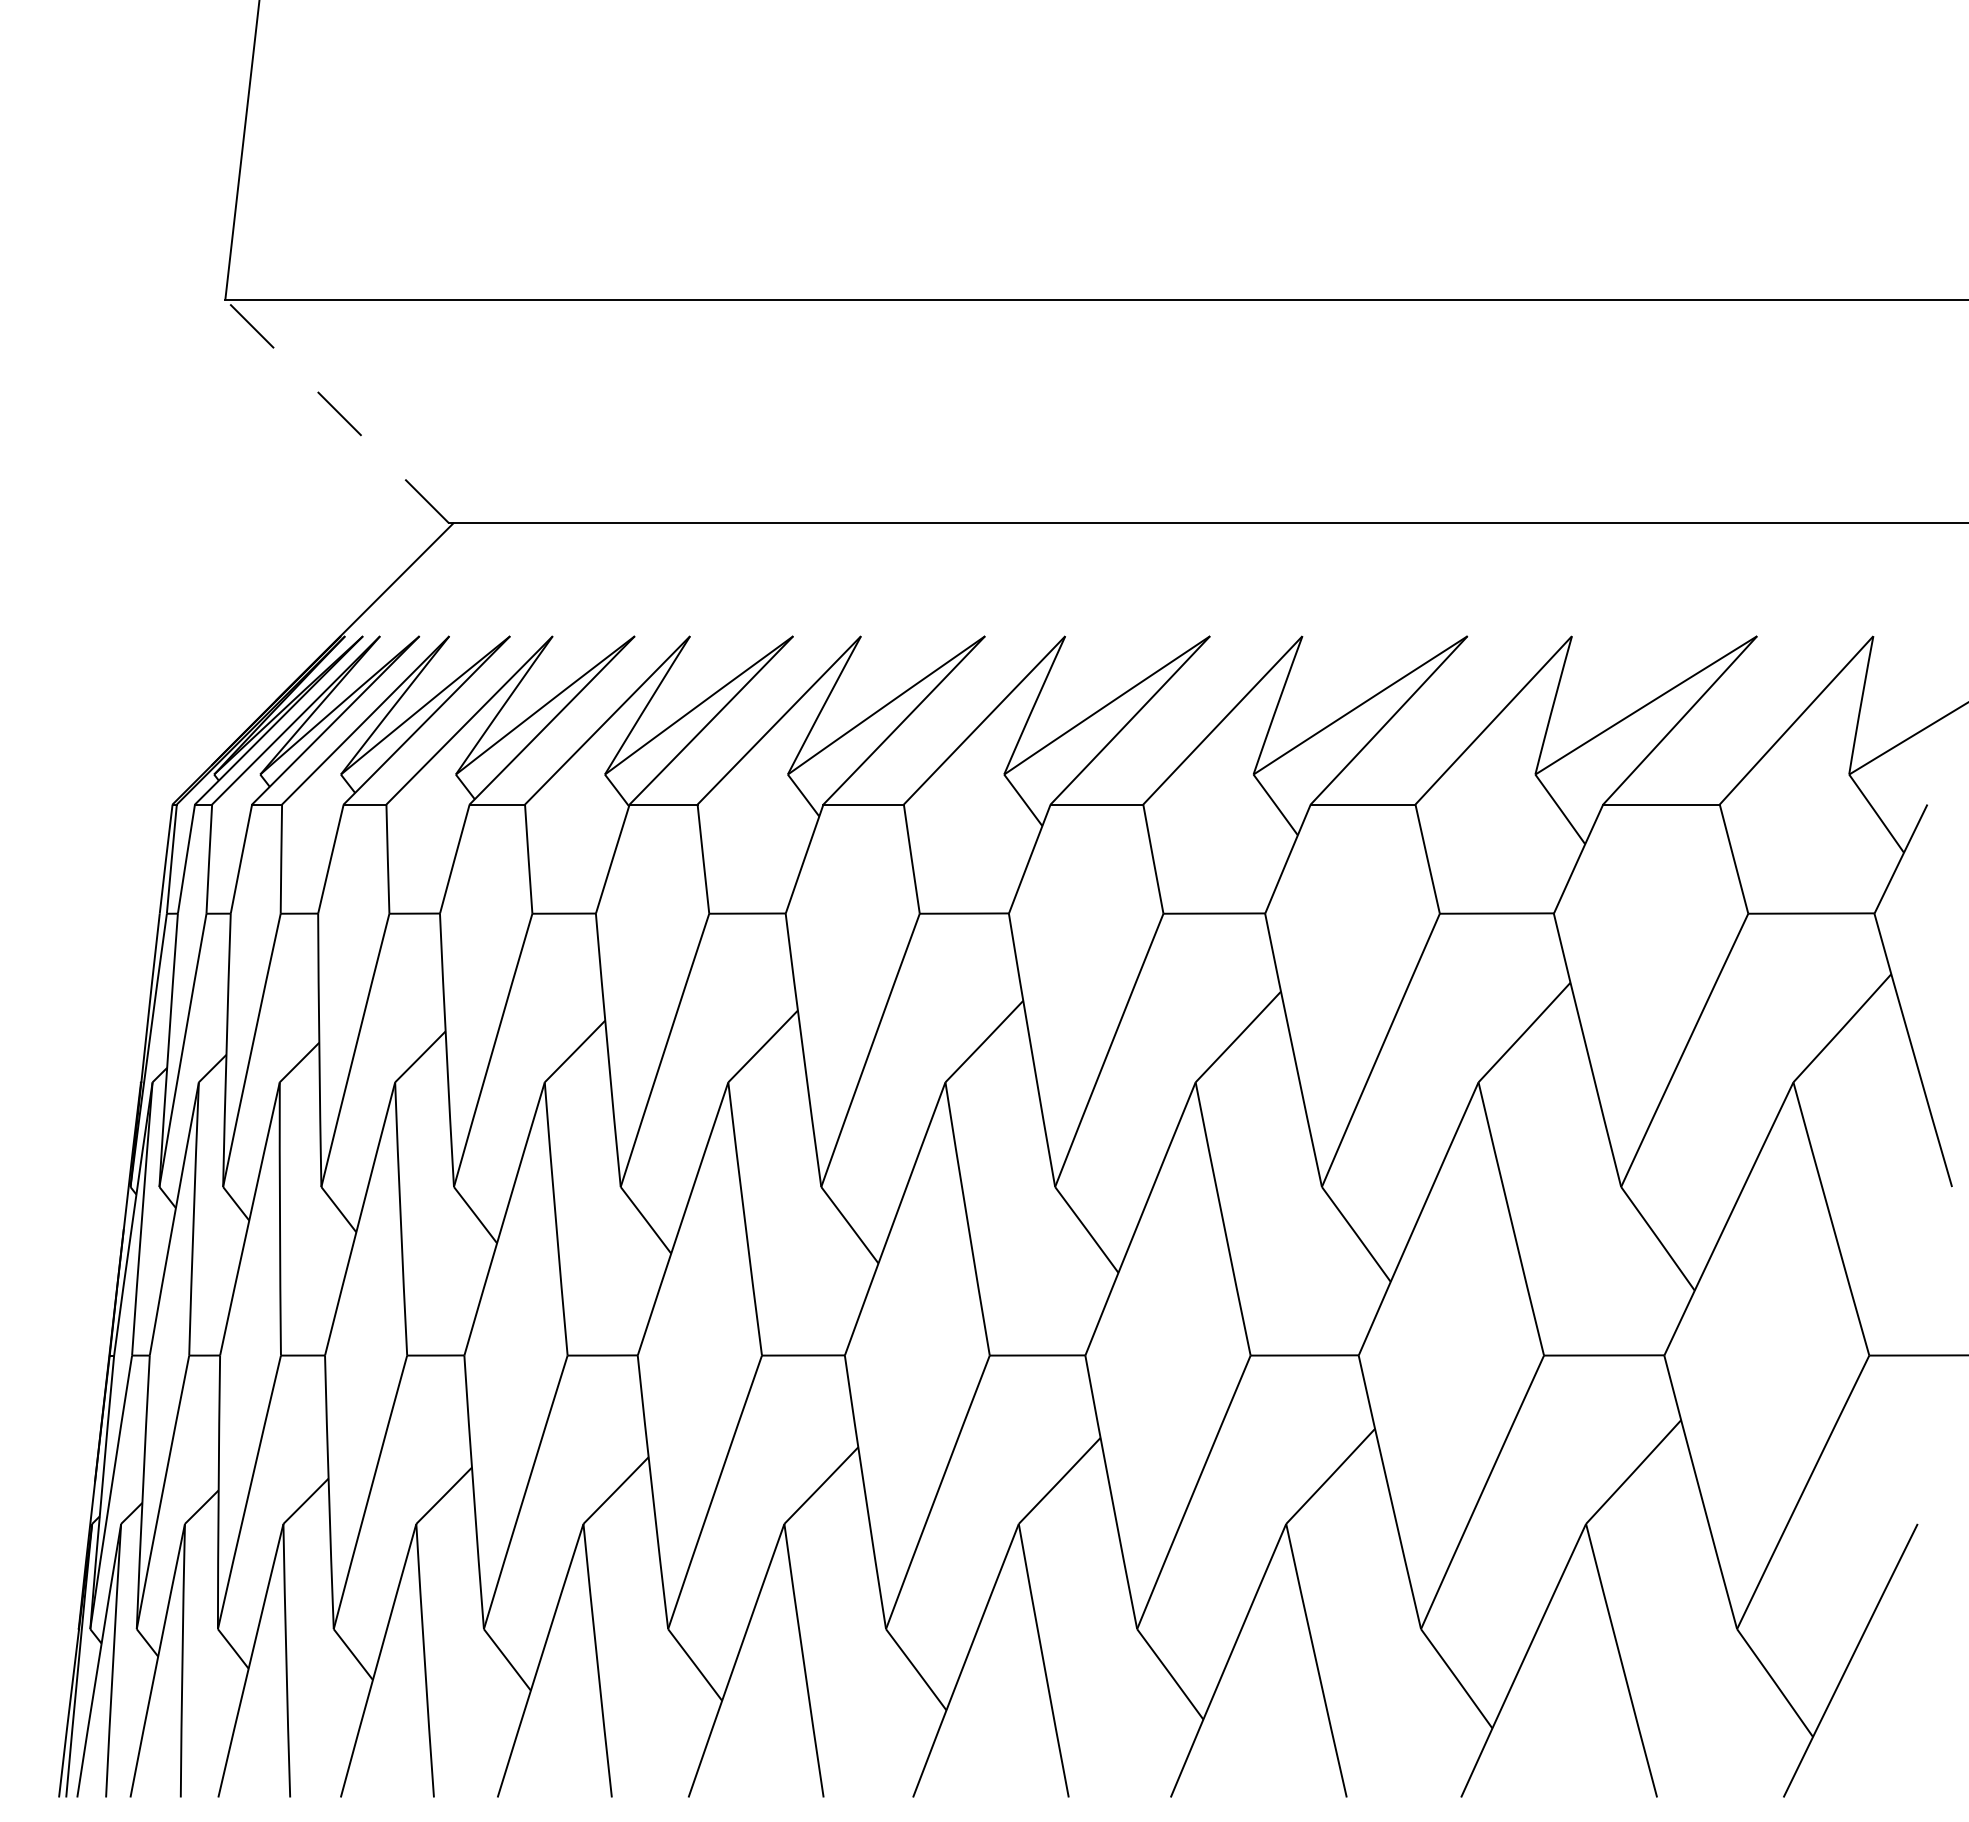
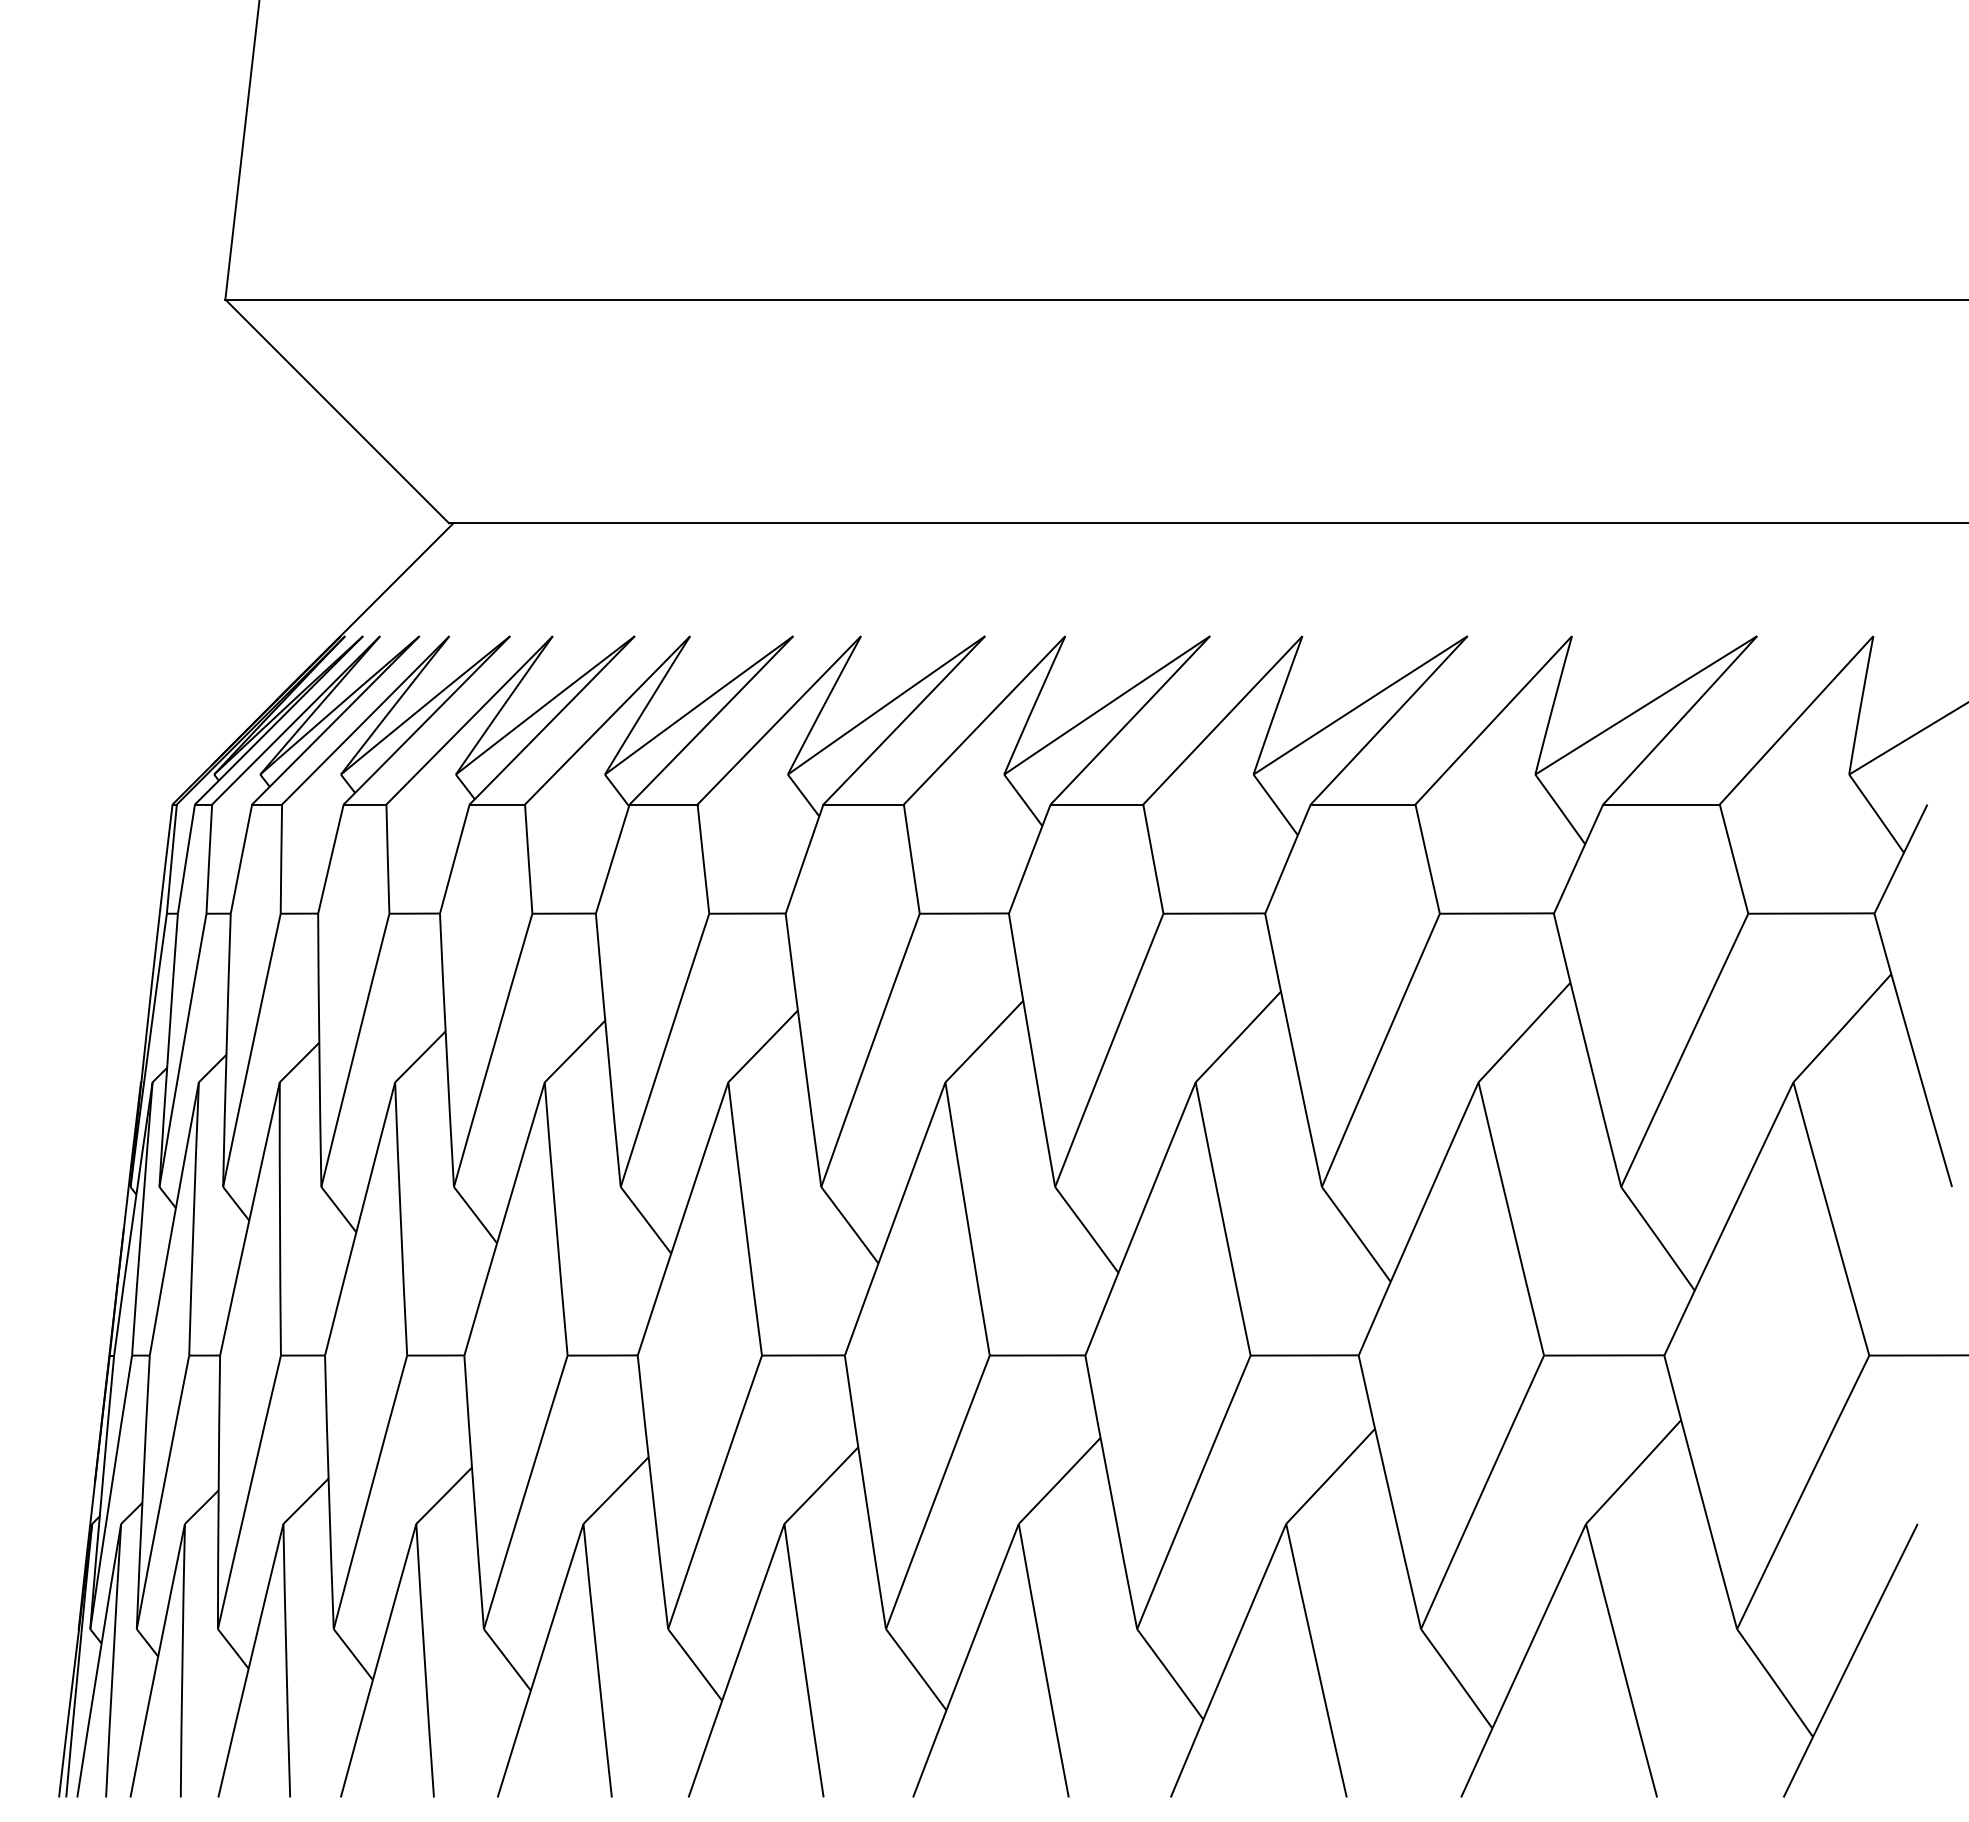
line at (336, 411): dashed -> solid
